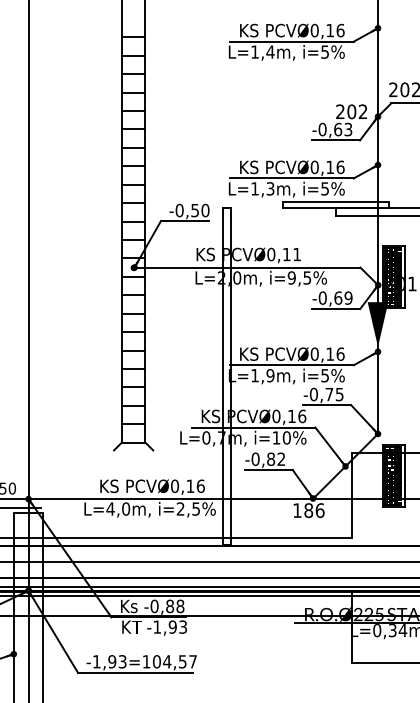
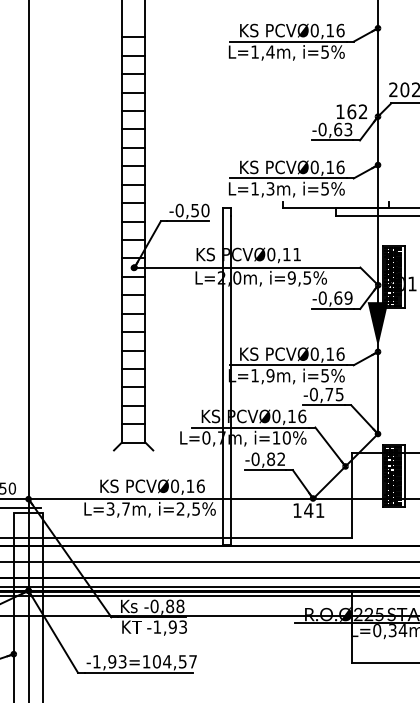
text at (346, 111): 202 -> 162
line at (335, 201): present -> none
text at (118, 508): L=4,0m, -> L=3,7m,
text at (314, 510): 186 -> 141
